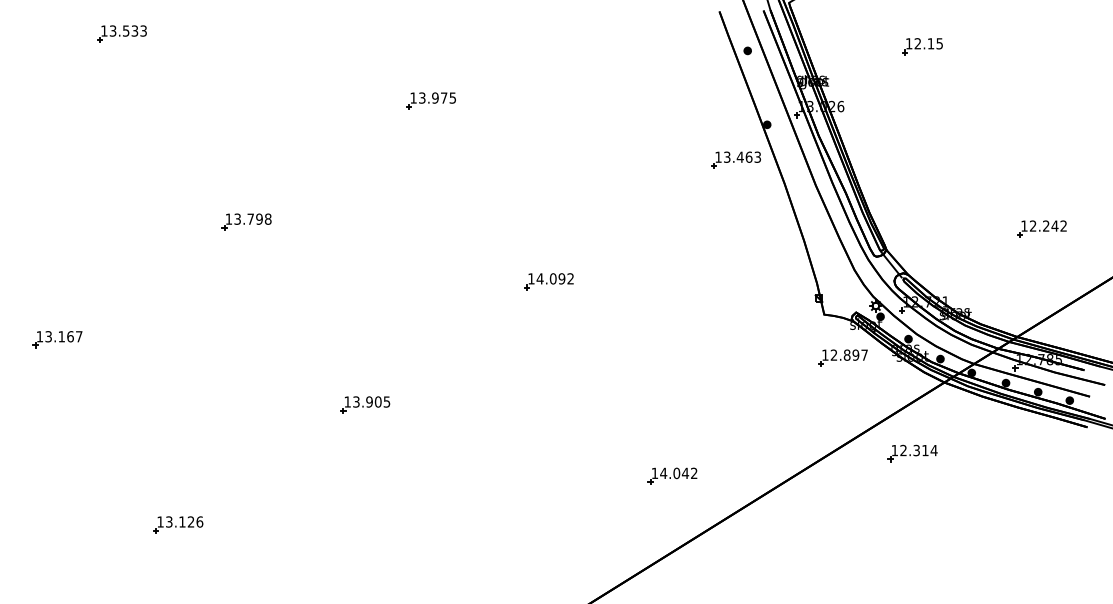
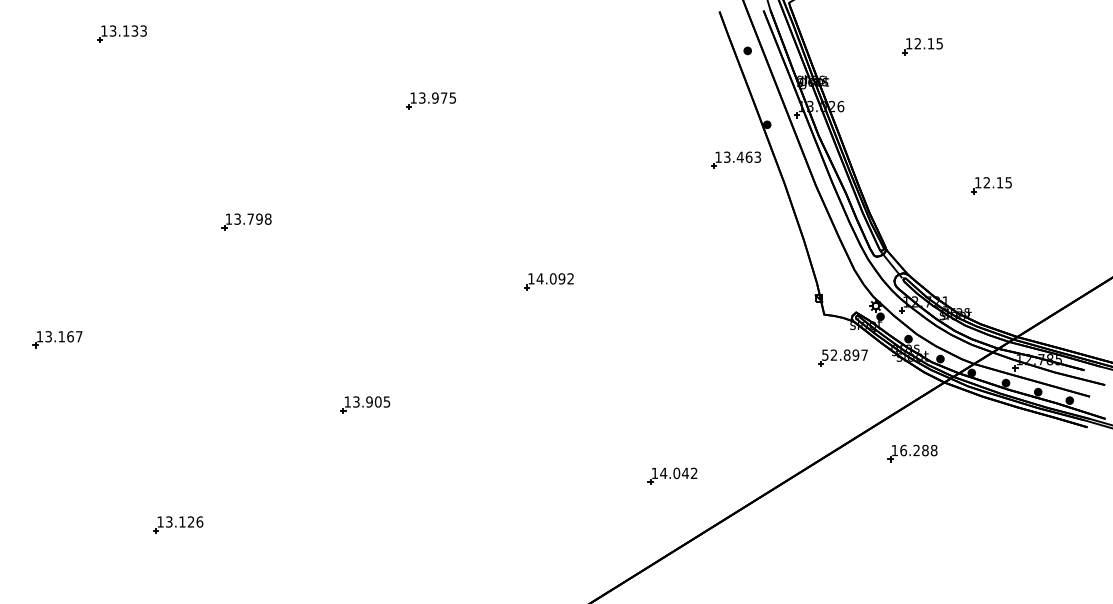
text at (126, 30): 13.533 -> 13.133
part at (991, 185): none -> present
part at (1041, 228): present -> none
text at (825, 354): 12.897 -> 52.897
text at (918, 450): 12.314 -> 16.288
